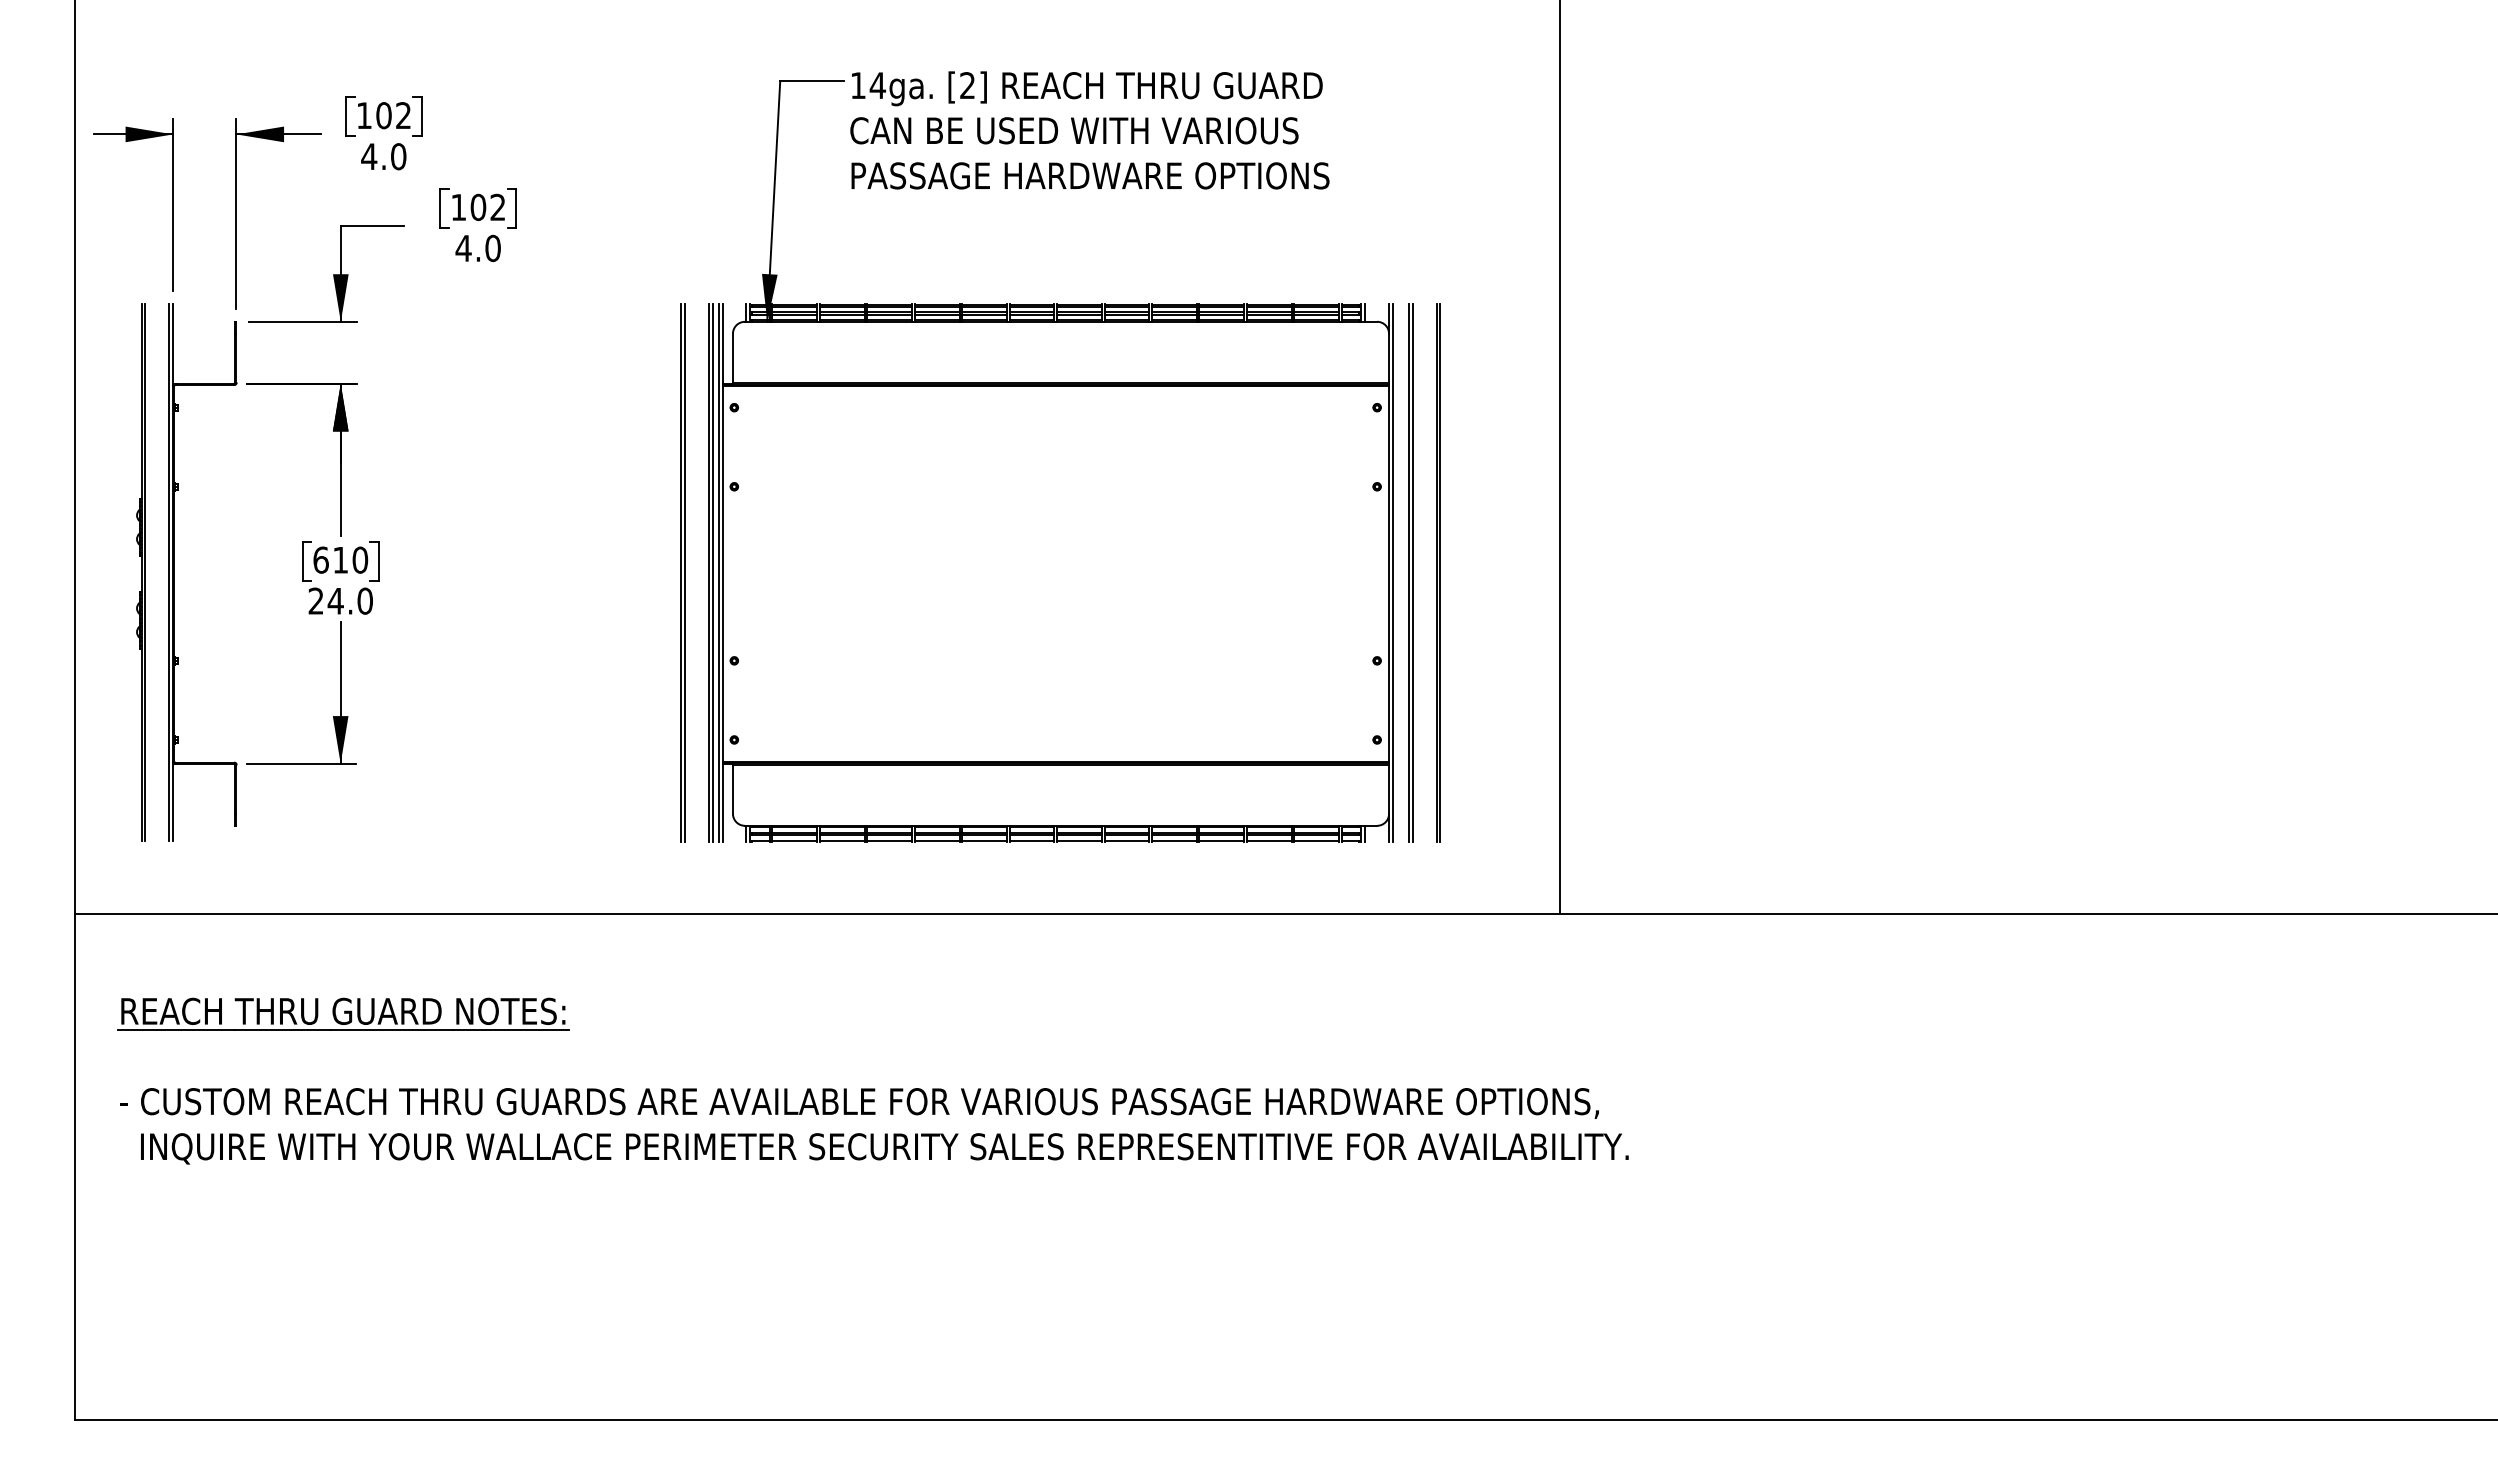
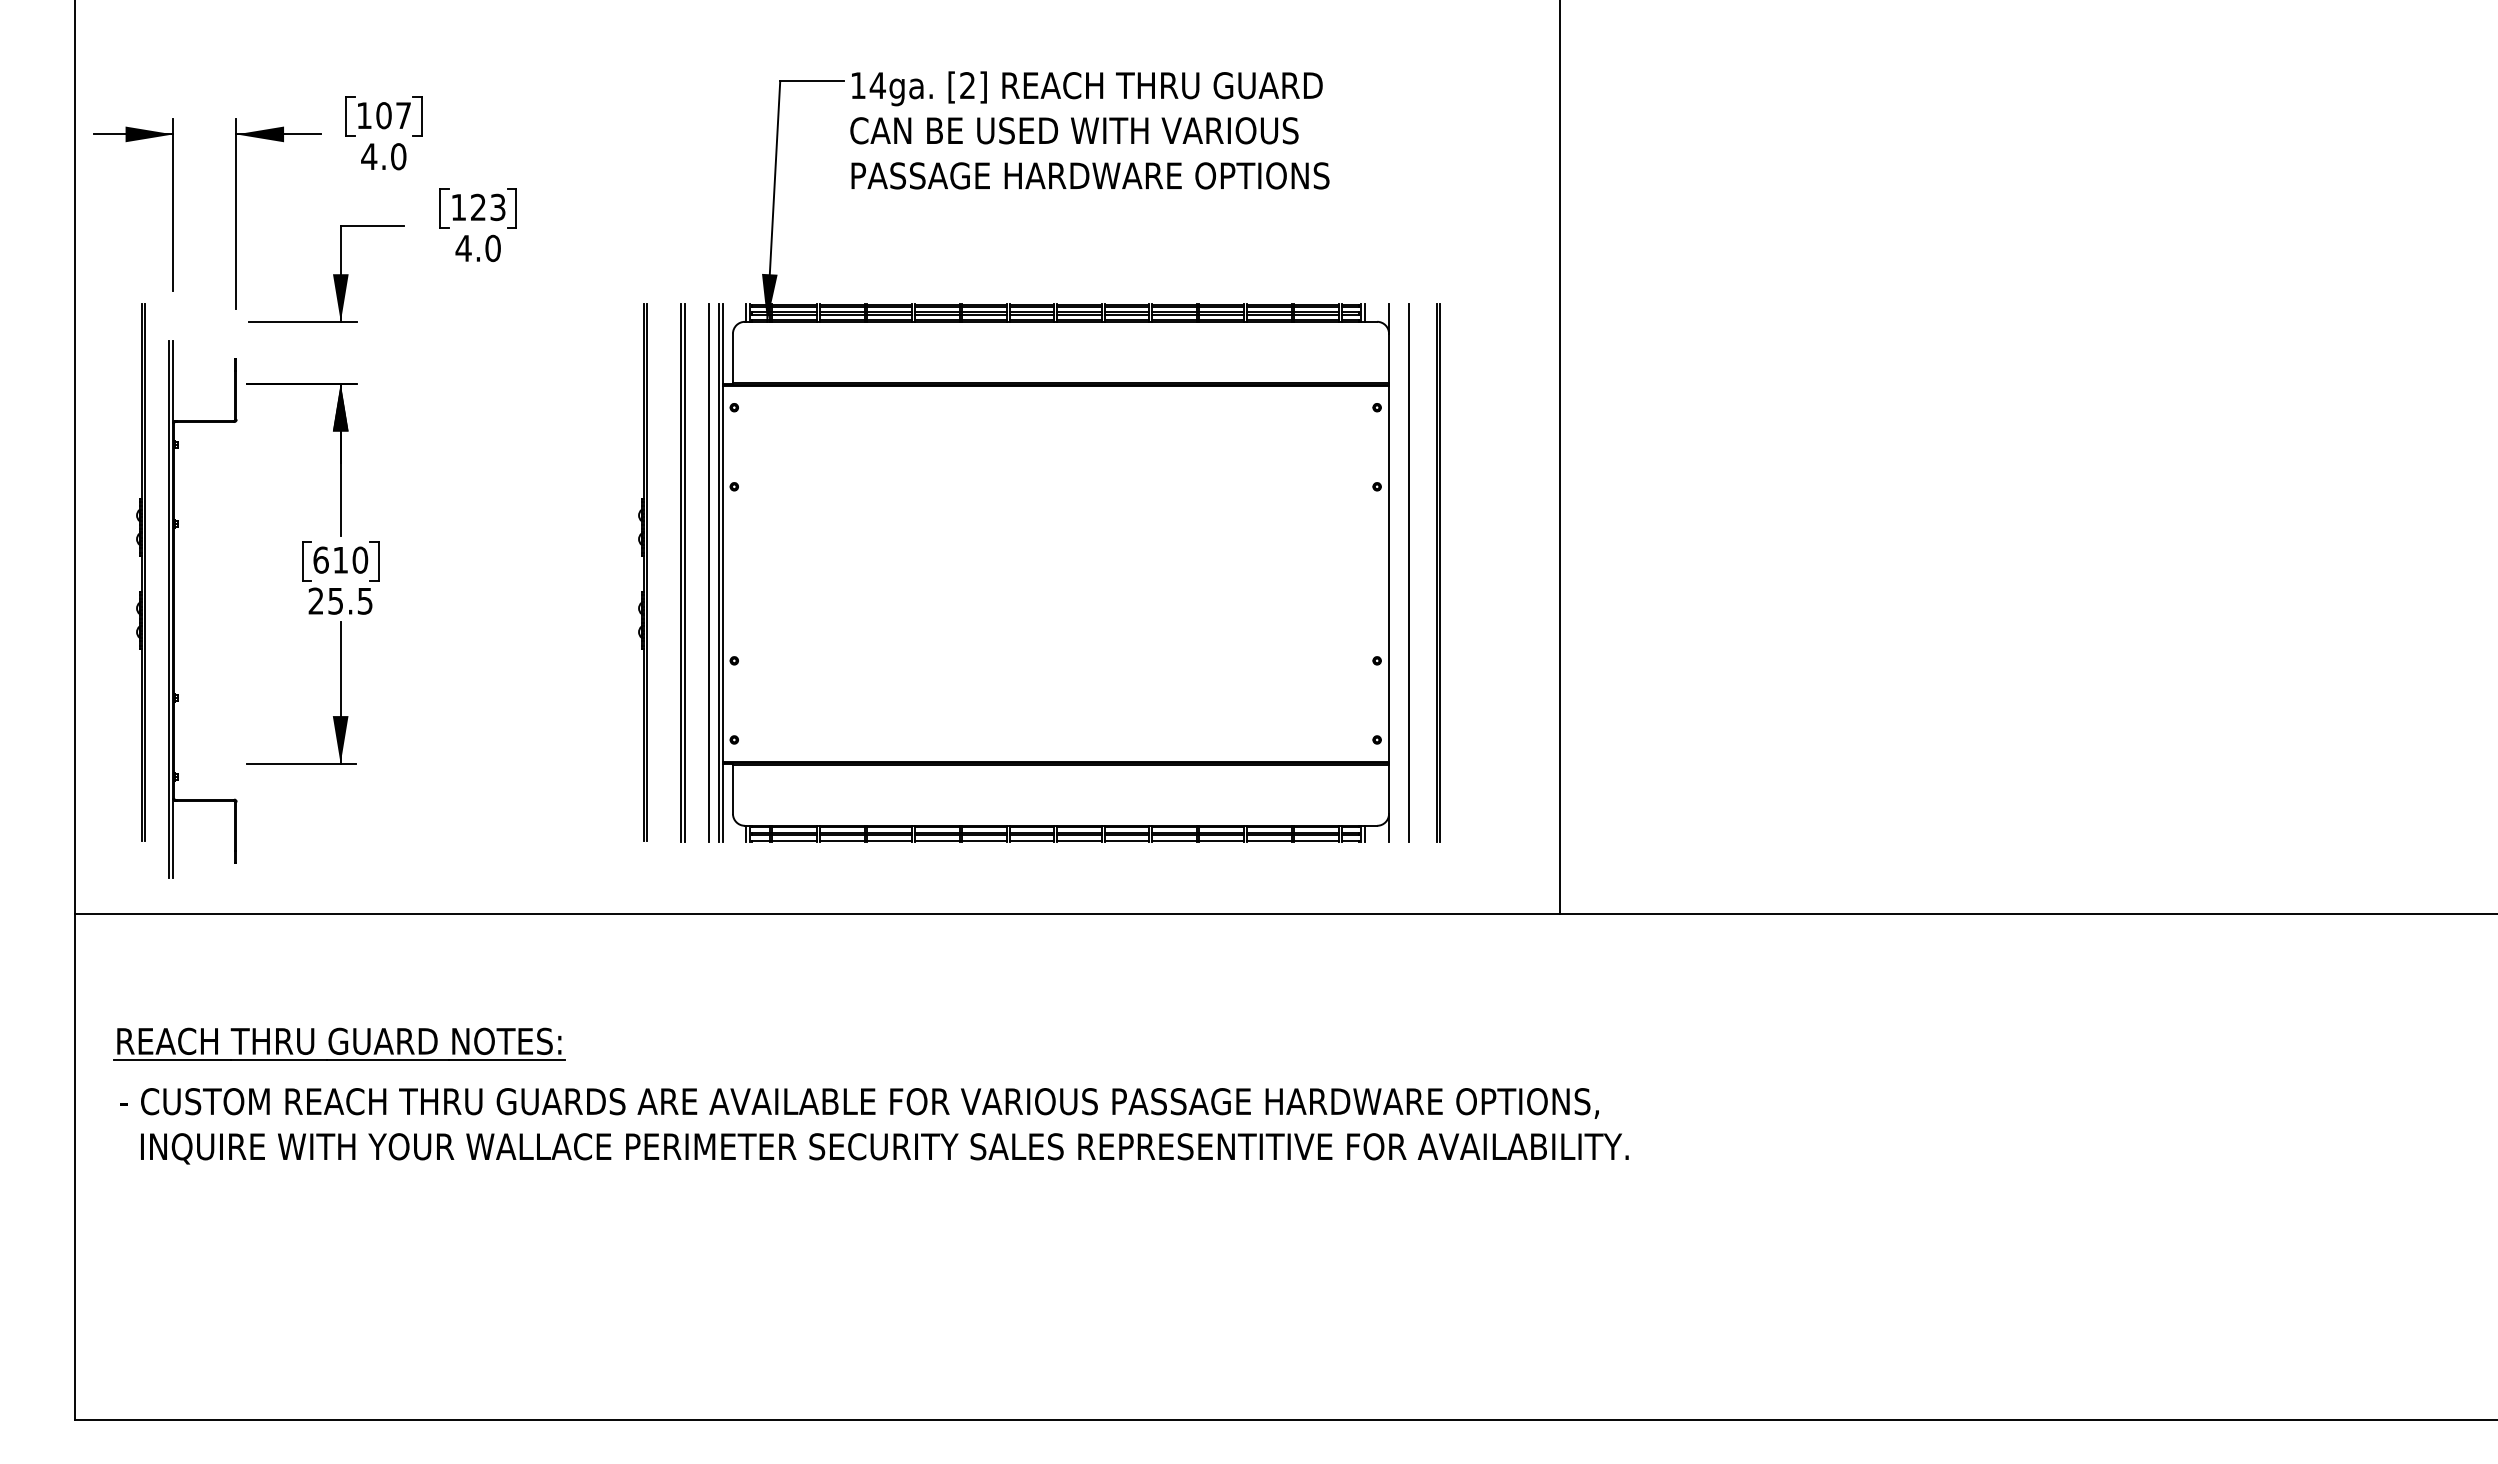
text at (403, 115): 102 -> 107
text at (487, 207): 102 -> 123
part at (174, 572) position: (174, 572) -> (174, 609)
part at (642, 572): none -> present
line at (712, 572): present -> none
line at (1392, 572): present -> none
line at (1412, 572): present -> none
text at (349, 600): 24.0 -> 25.5
part at (343, 1013) position: (343, 1013) -> (339, 1043)
